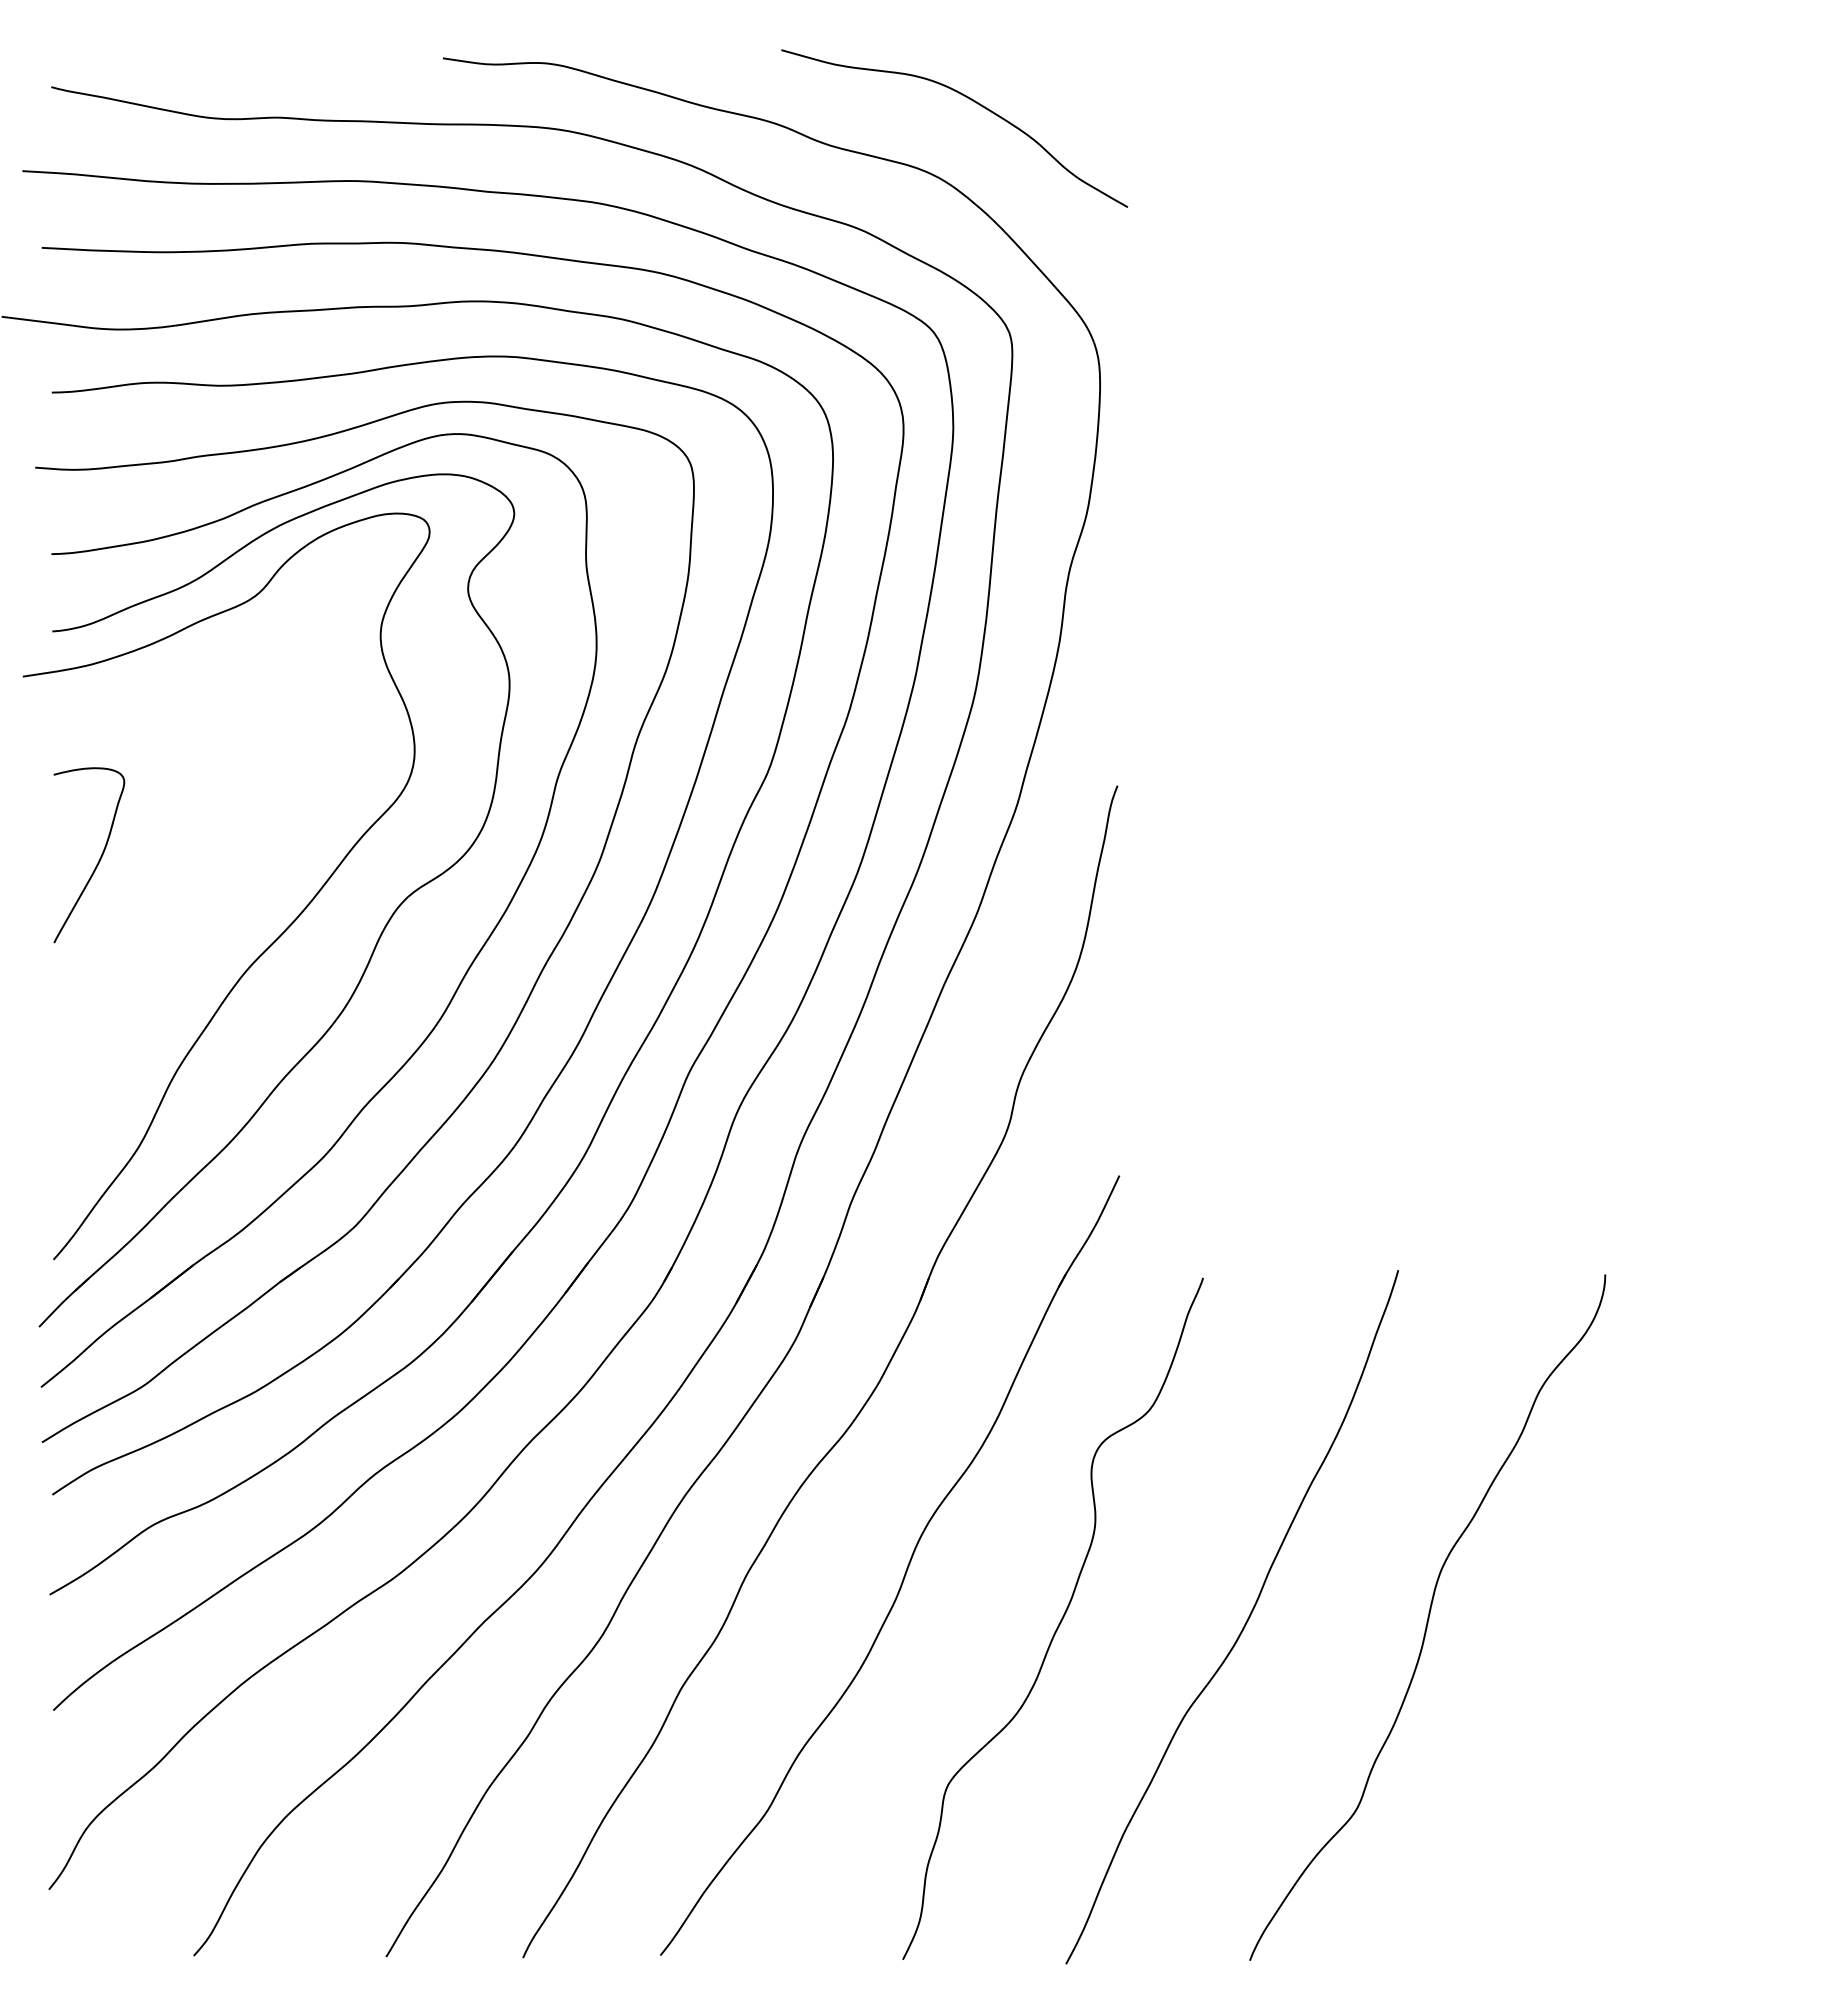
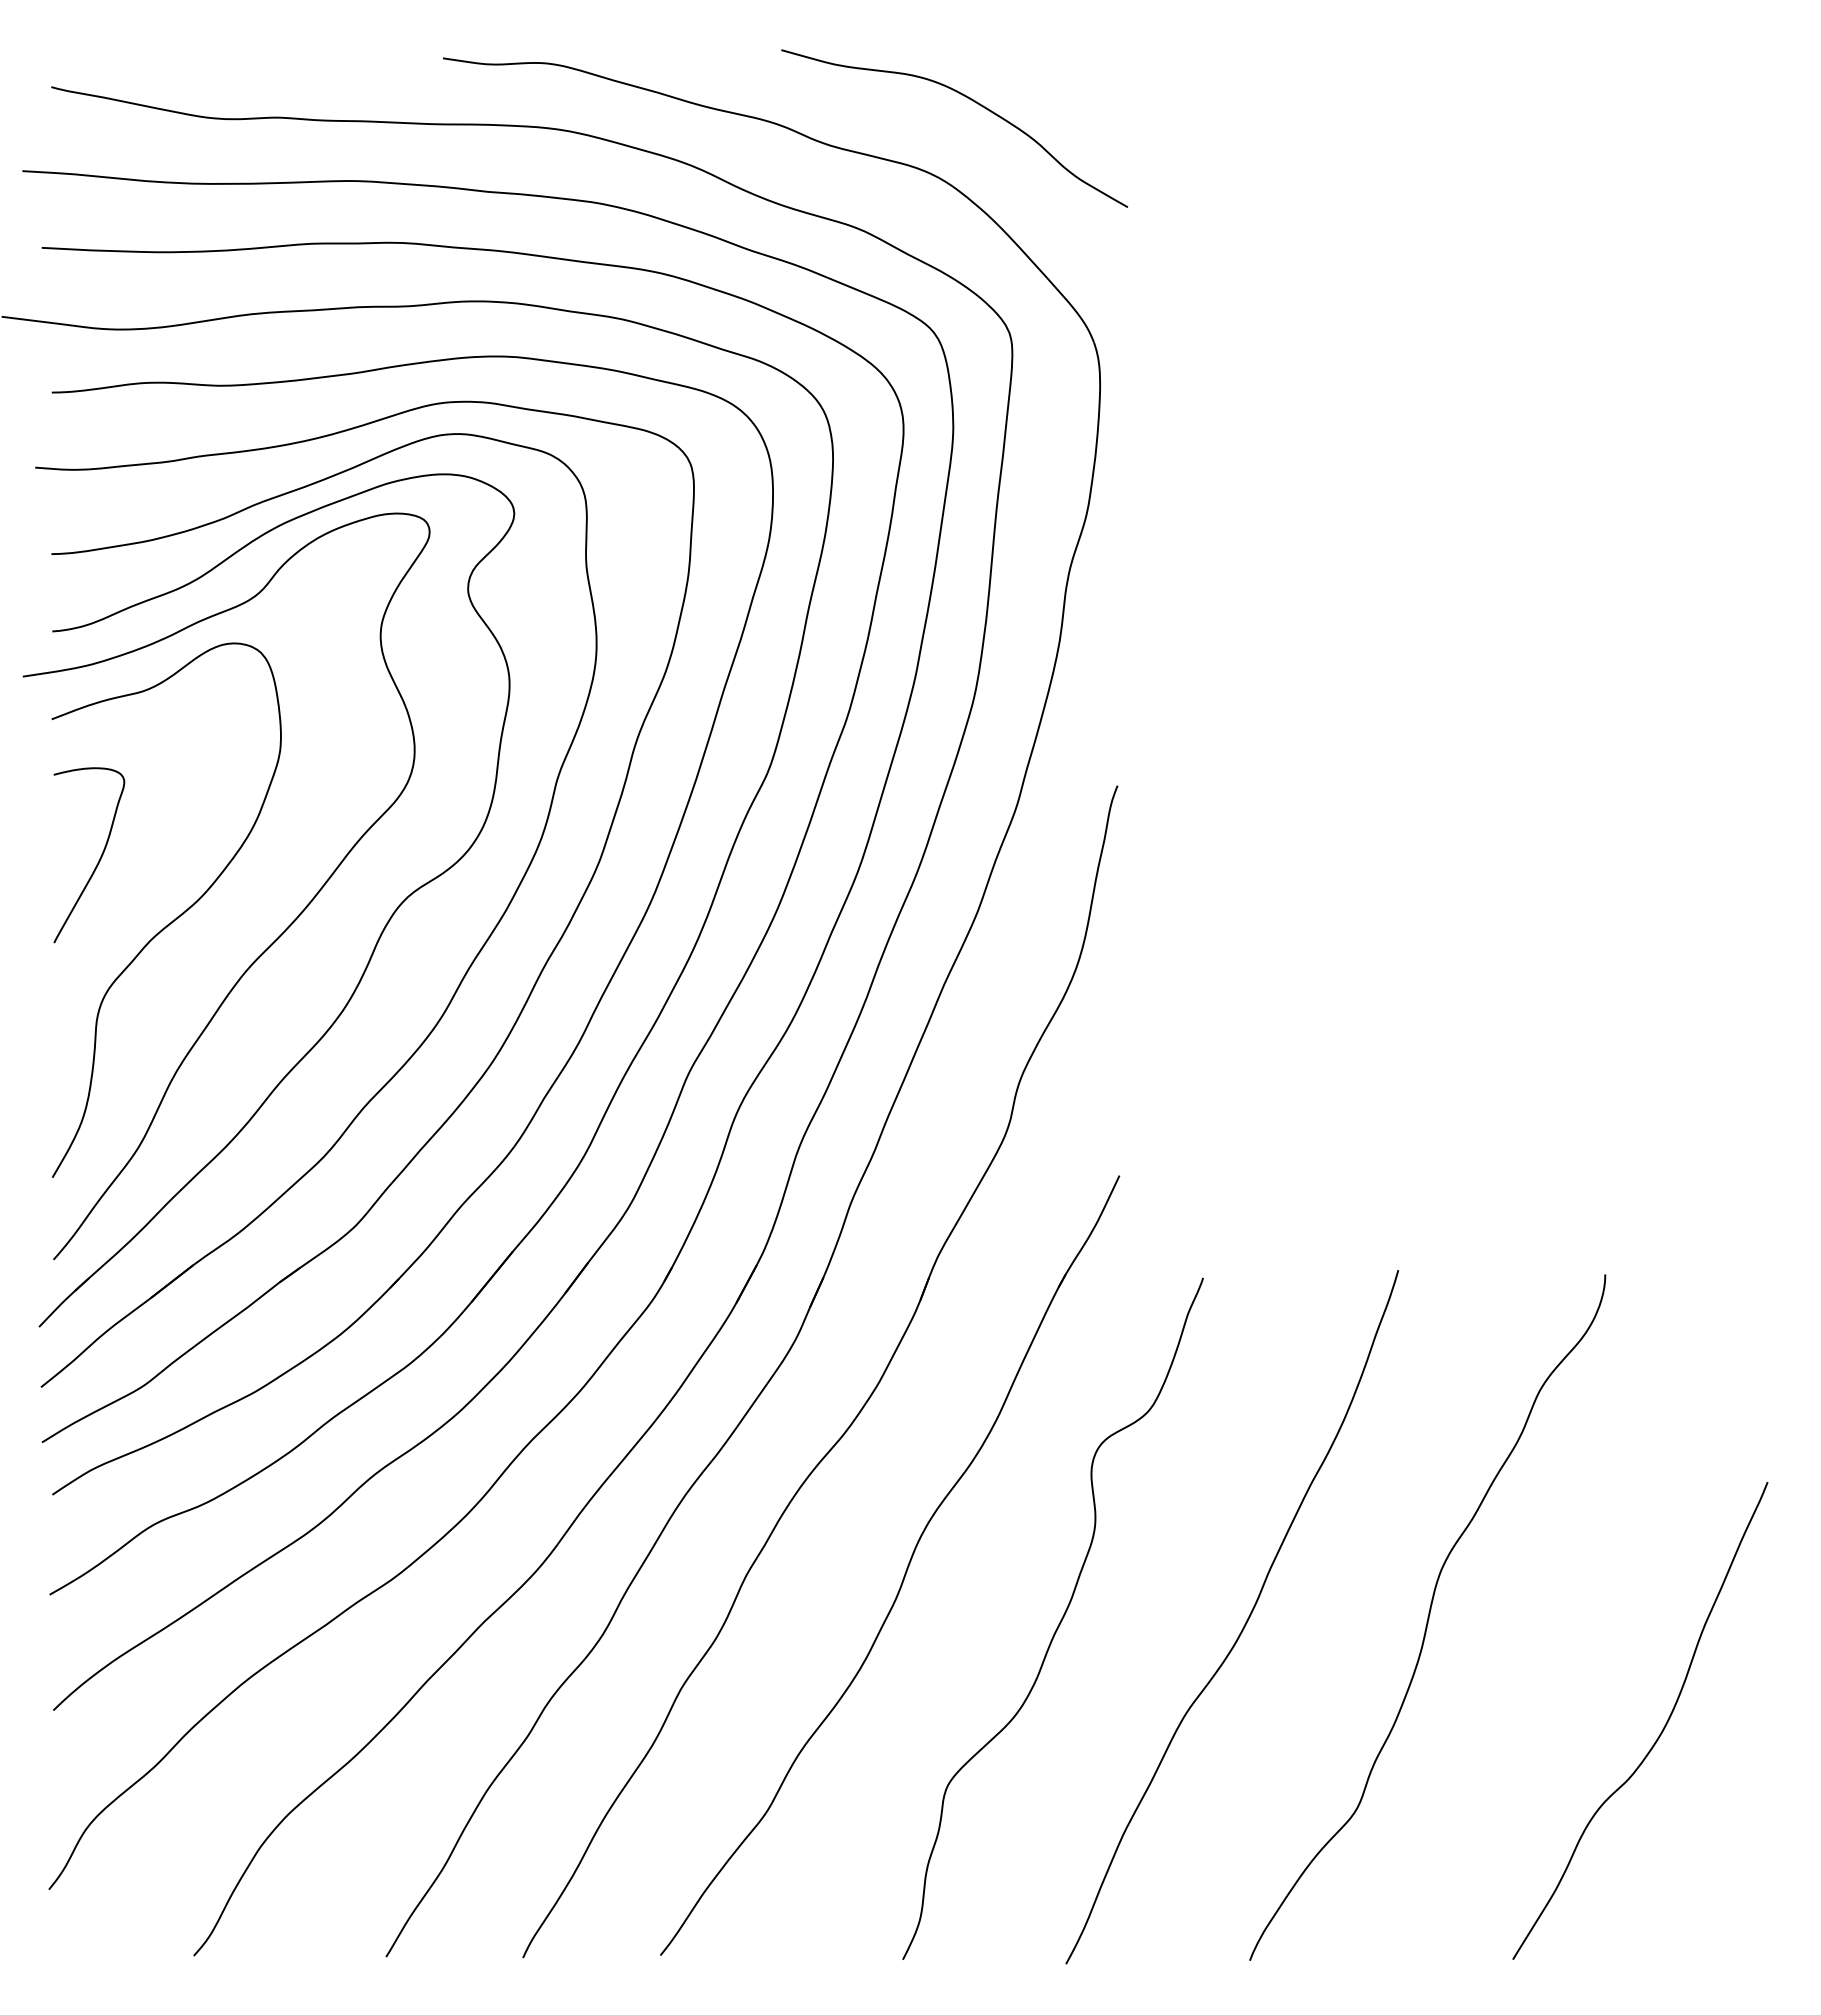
curve at (173, 919): none -> present
curve at (1660, 1732): none -> present
